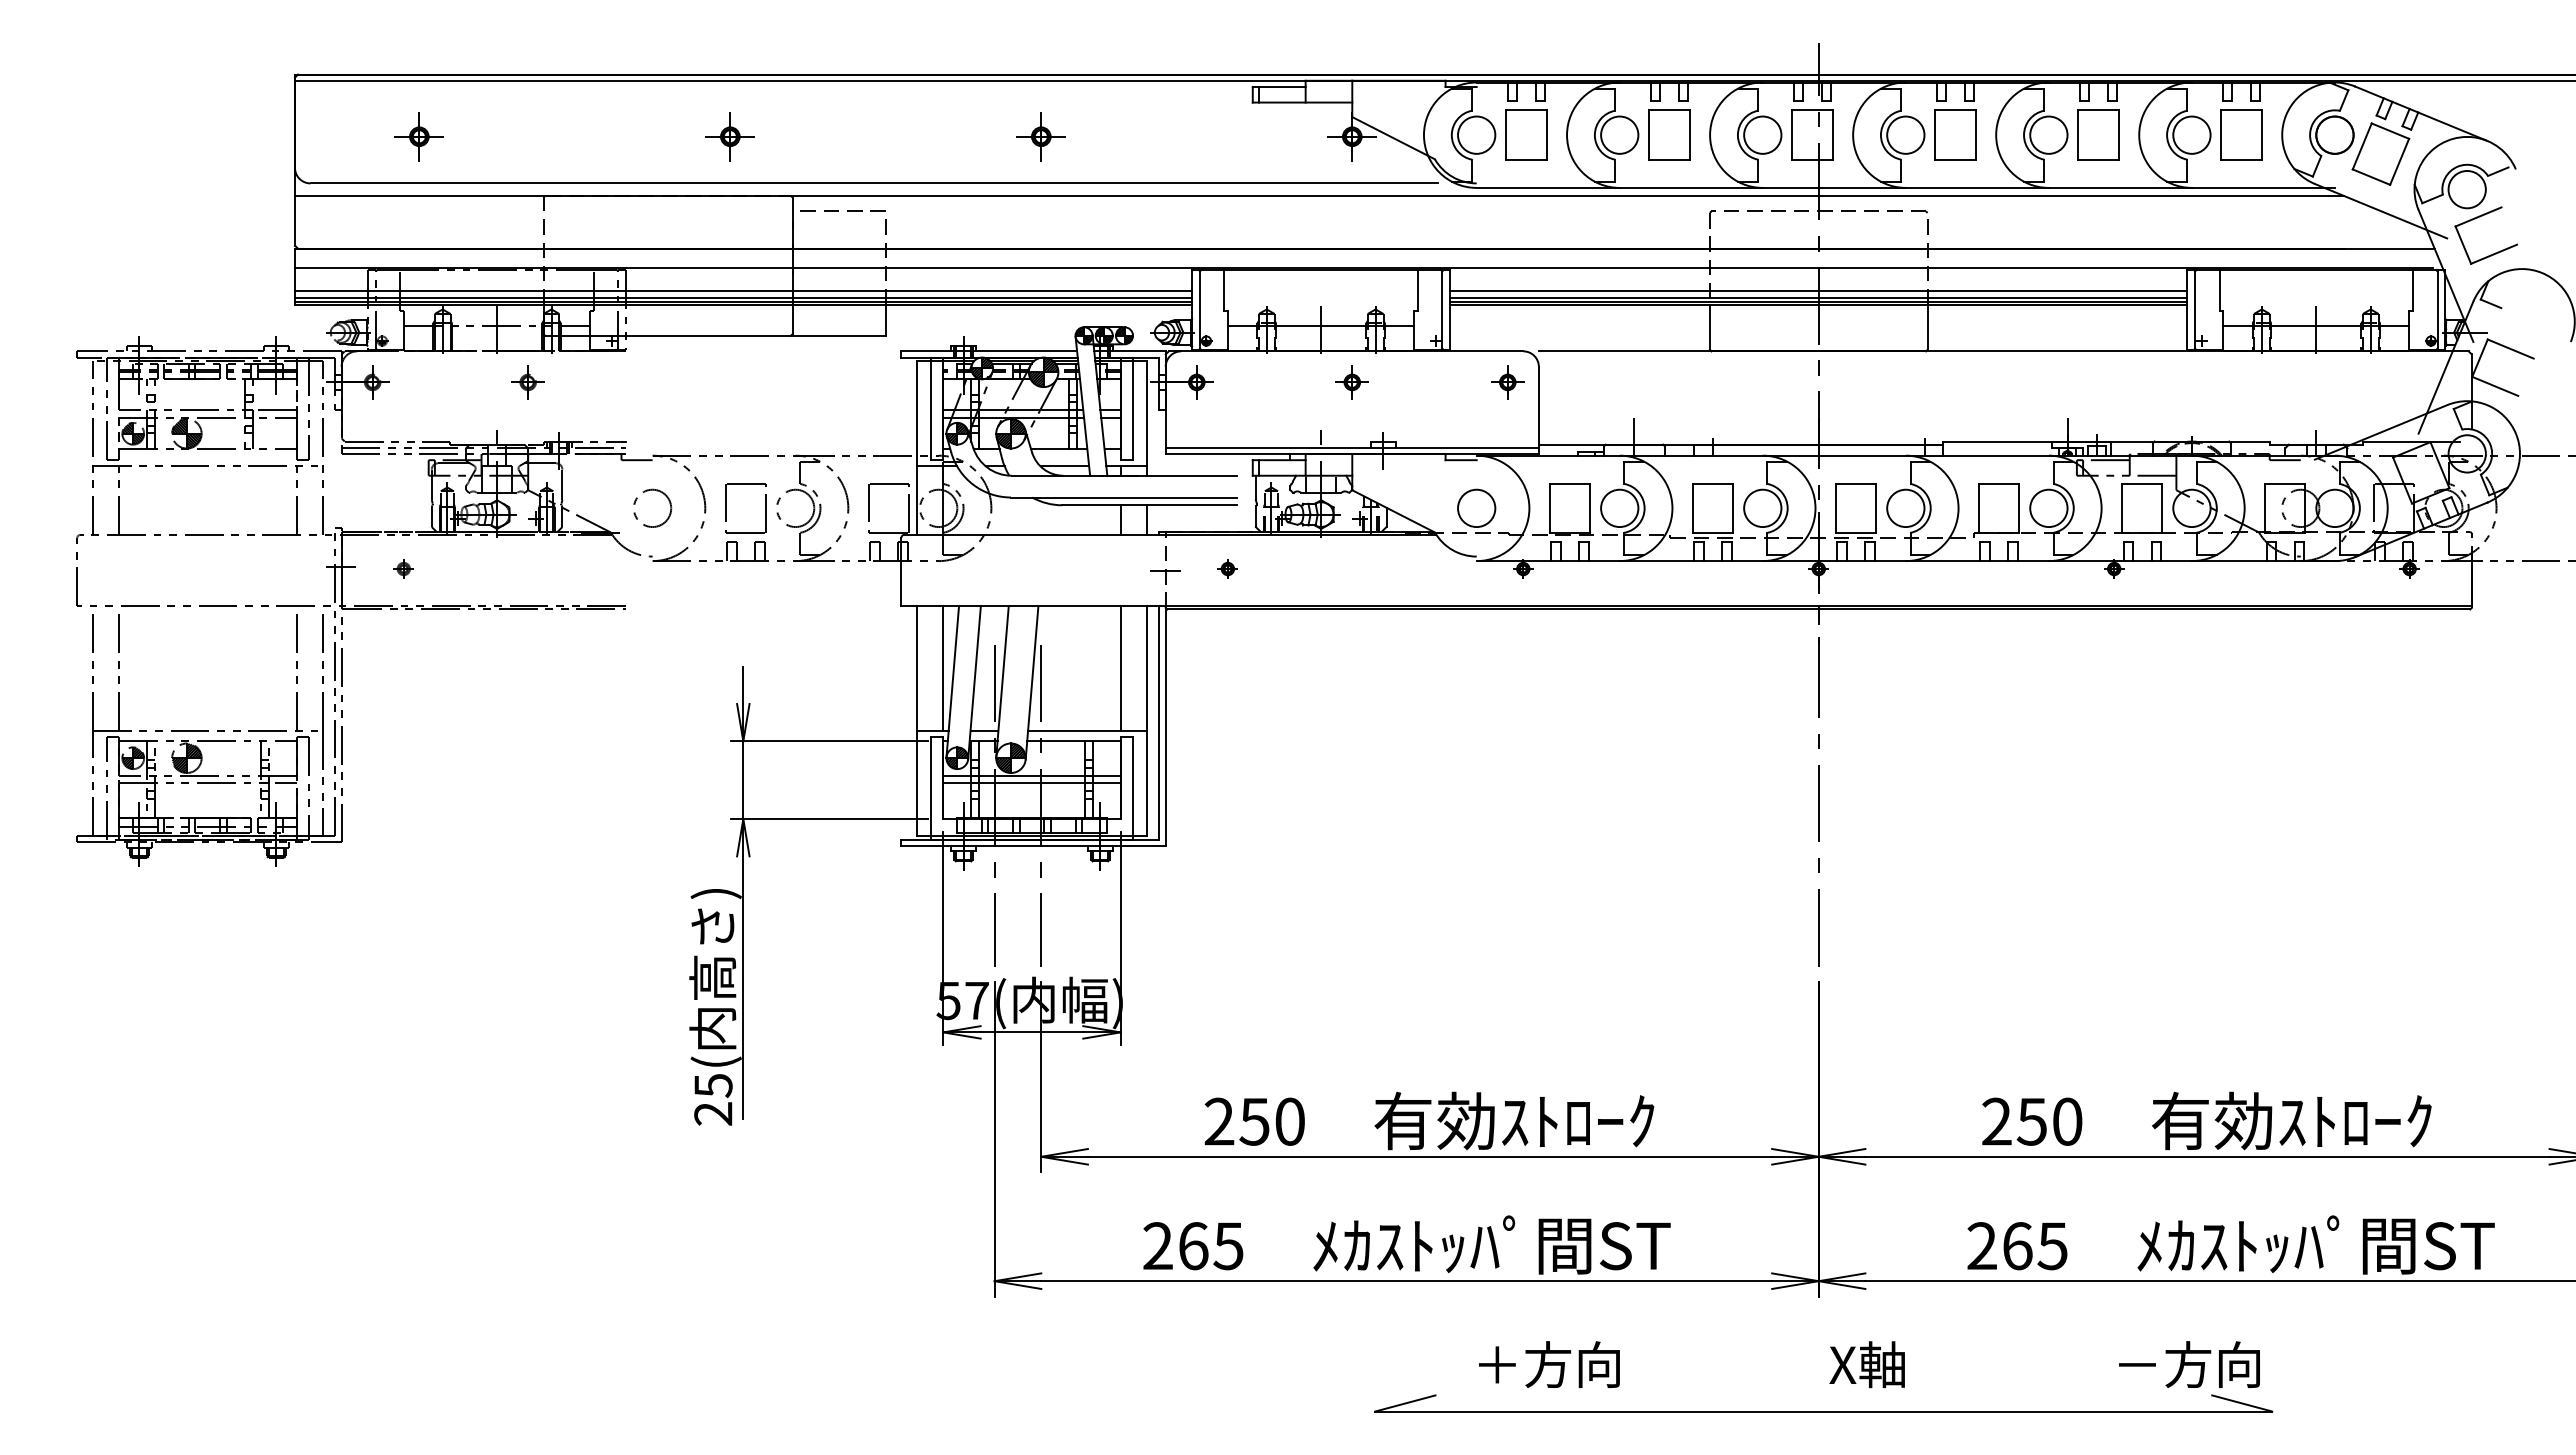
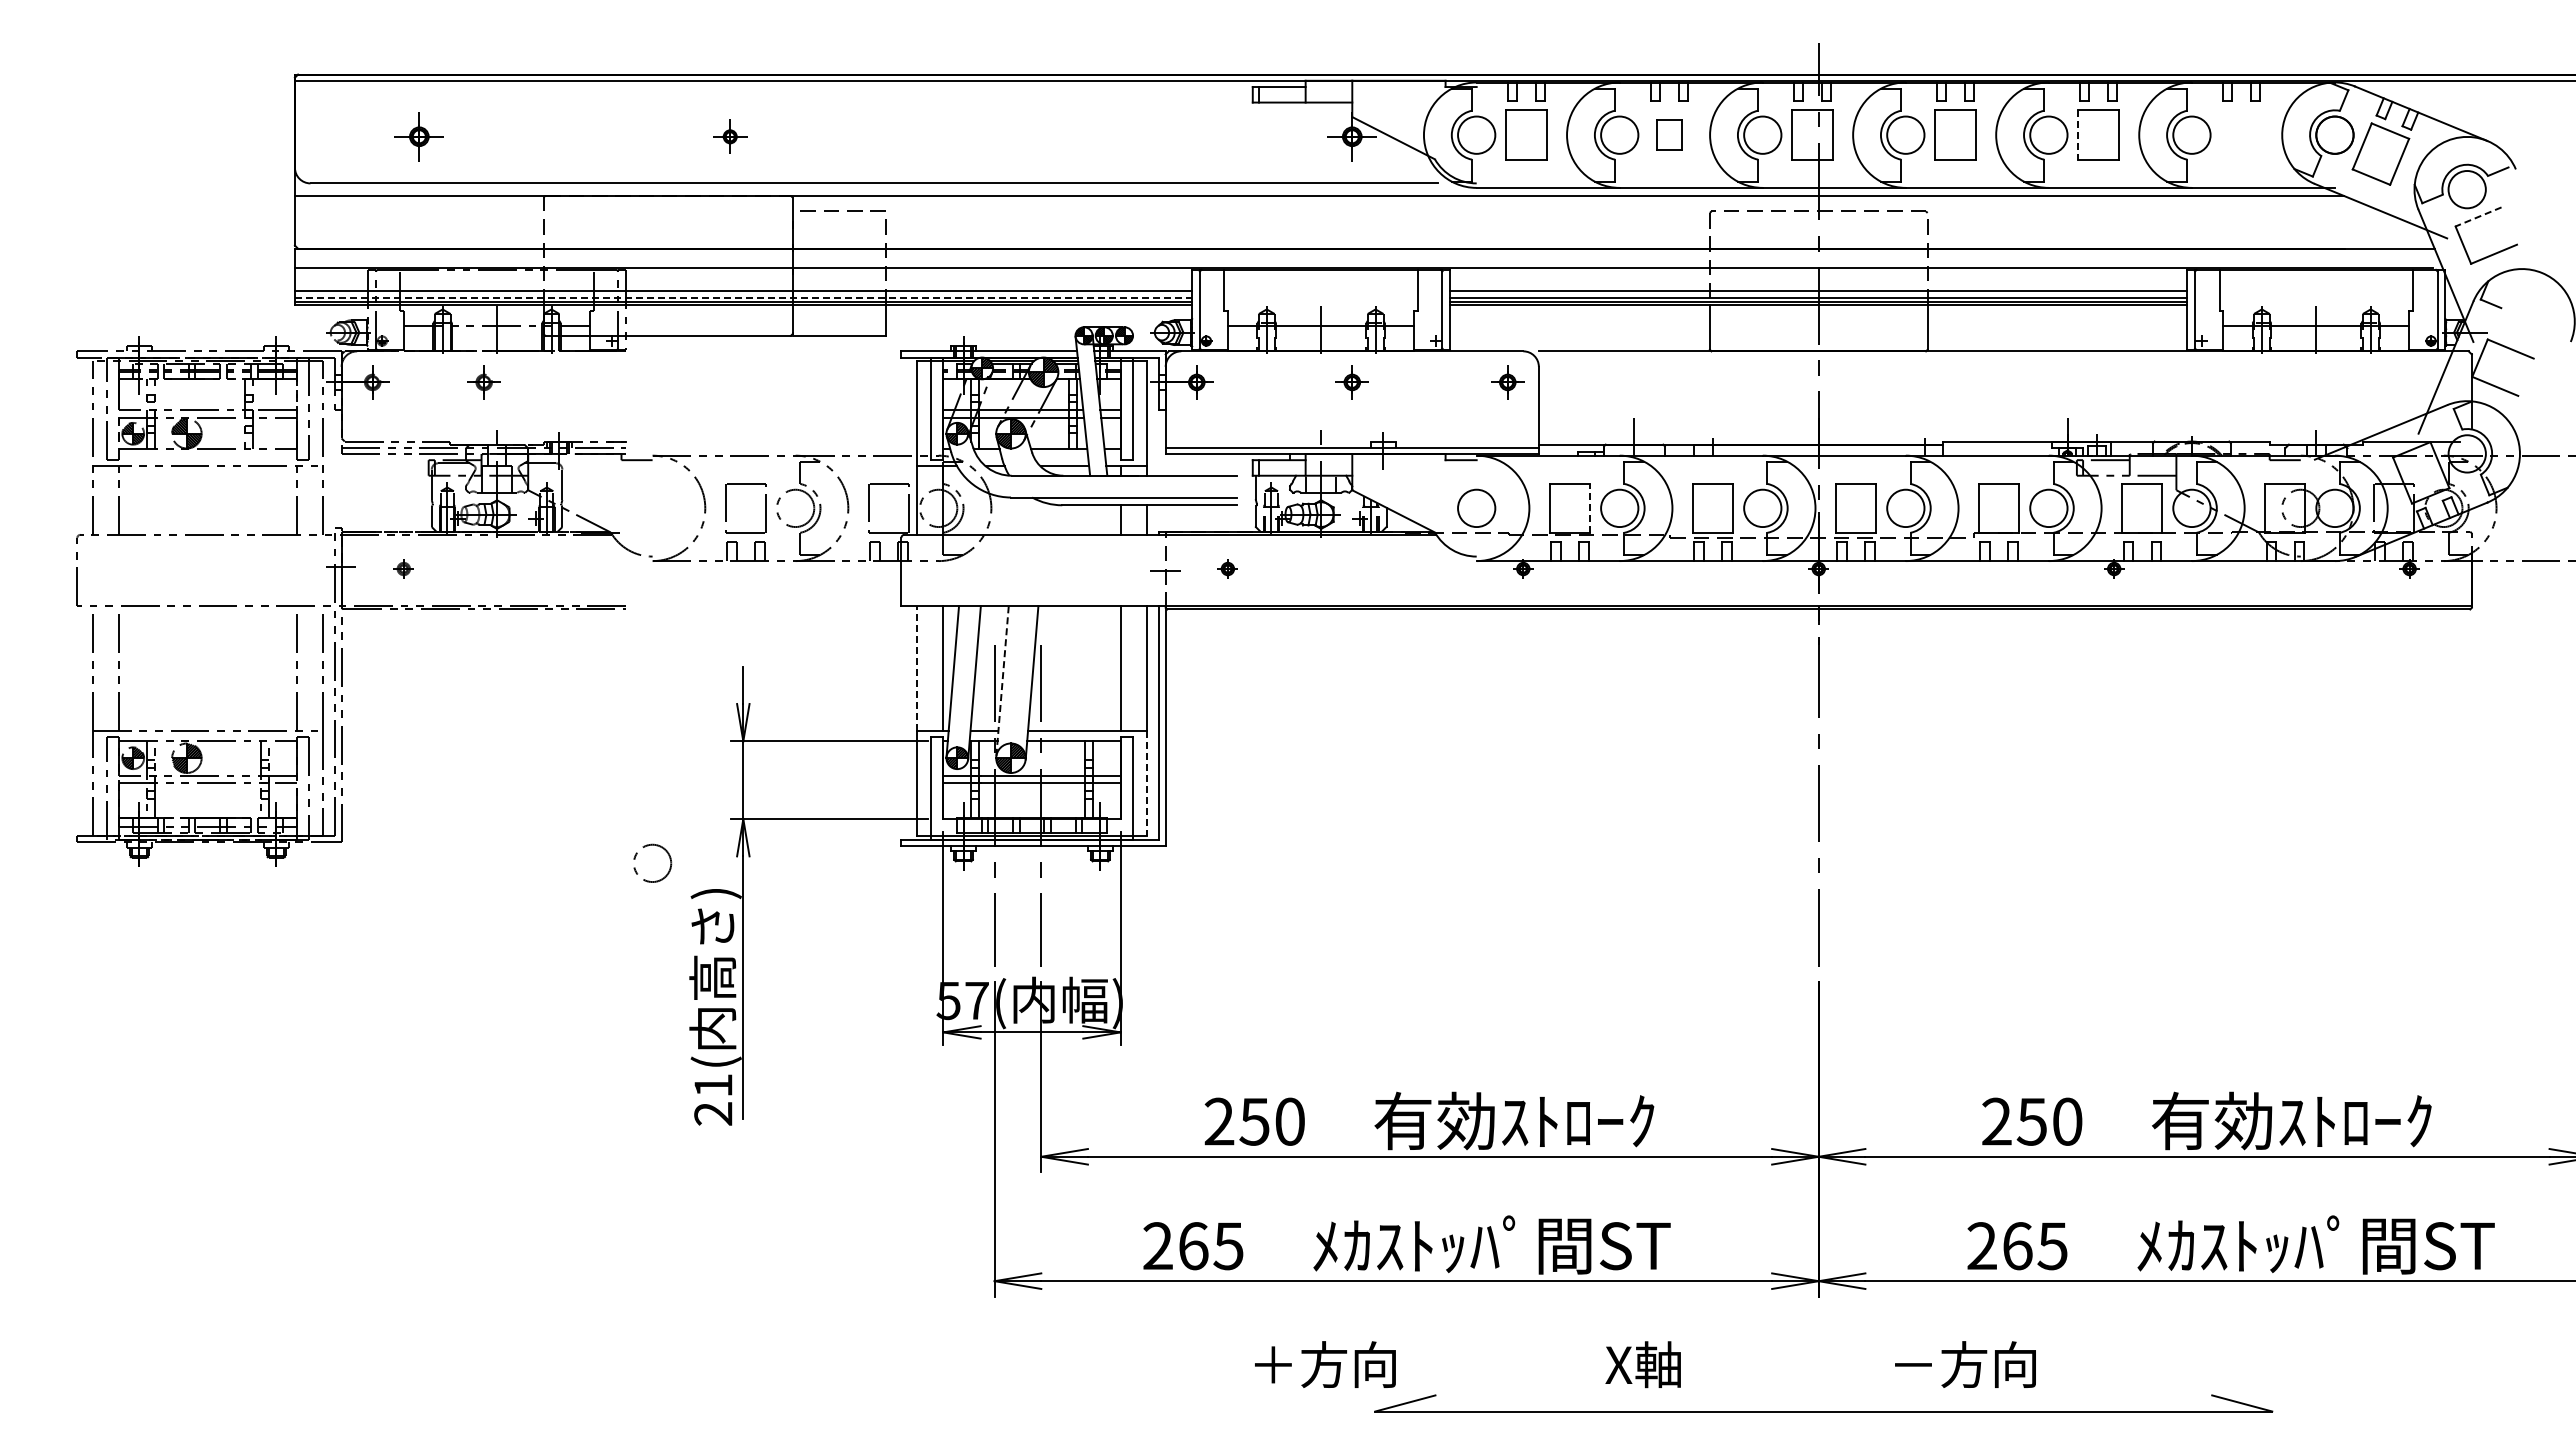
part at (1669, 134) size: 43x52 px -> 27x32 px
part at (2241, 134): present -> none
line at (2078, 135): solid -> dashed
part at (729, 136) size: 50x50 px -> 35x35 px
part at (1040, 136): present -> none
line at (2478, 216): solid -> dashed
line at (743, 297): solid -> dashed
part at (527, 382) position: (527, 382) -> (483, 382)
circle at (652, 507) position: (652, 507) -> (652, 862)
line at (1590, 508): solid -> dashed
line at (916, 668): solid -> dashed
line at (1002, 681): solid -> dashed
line at (1147, 783): solid -> dashed
text at (713, 1086): 25( -> 21(
text at (1869, 1364) position: (1869, 1364) -> (1645, 1364)
